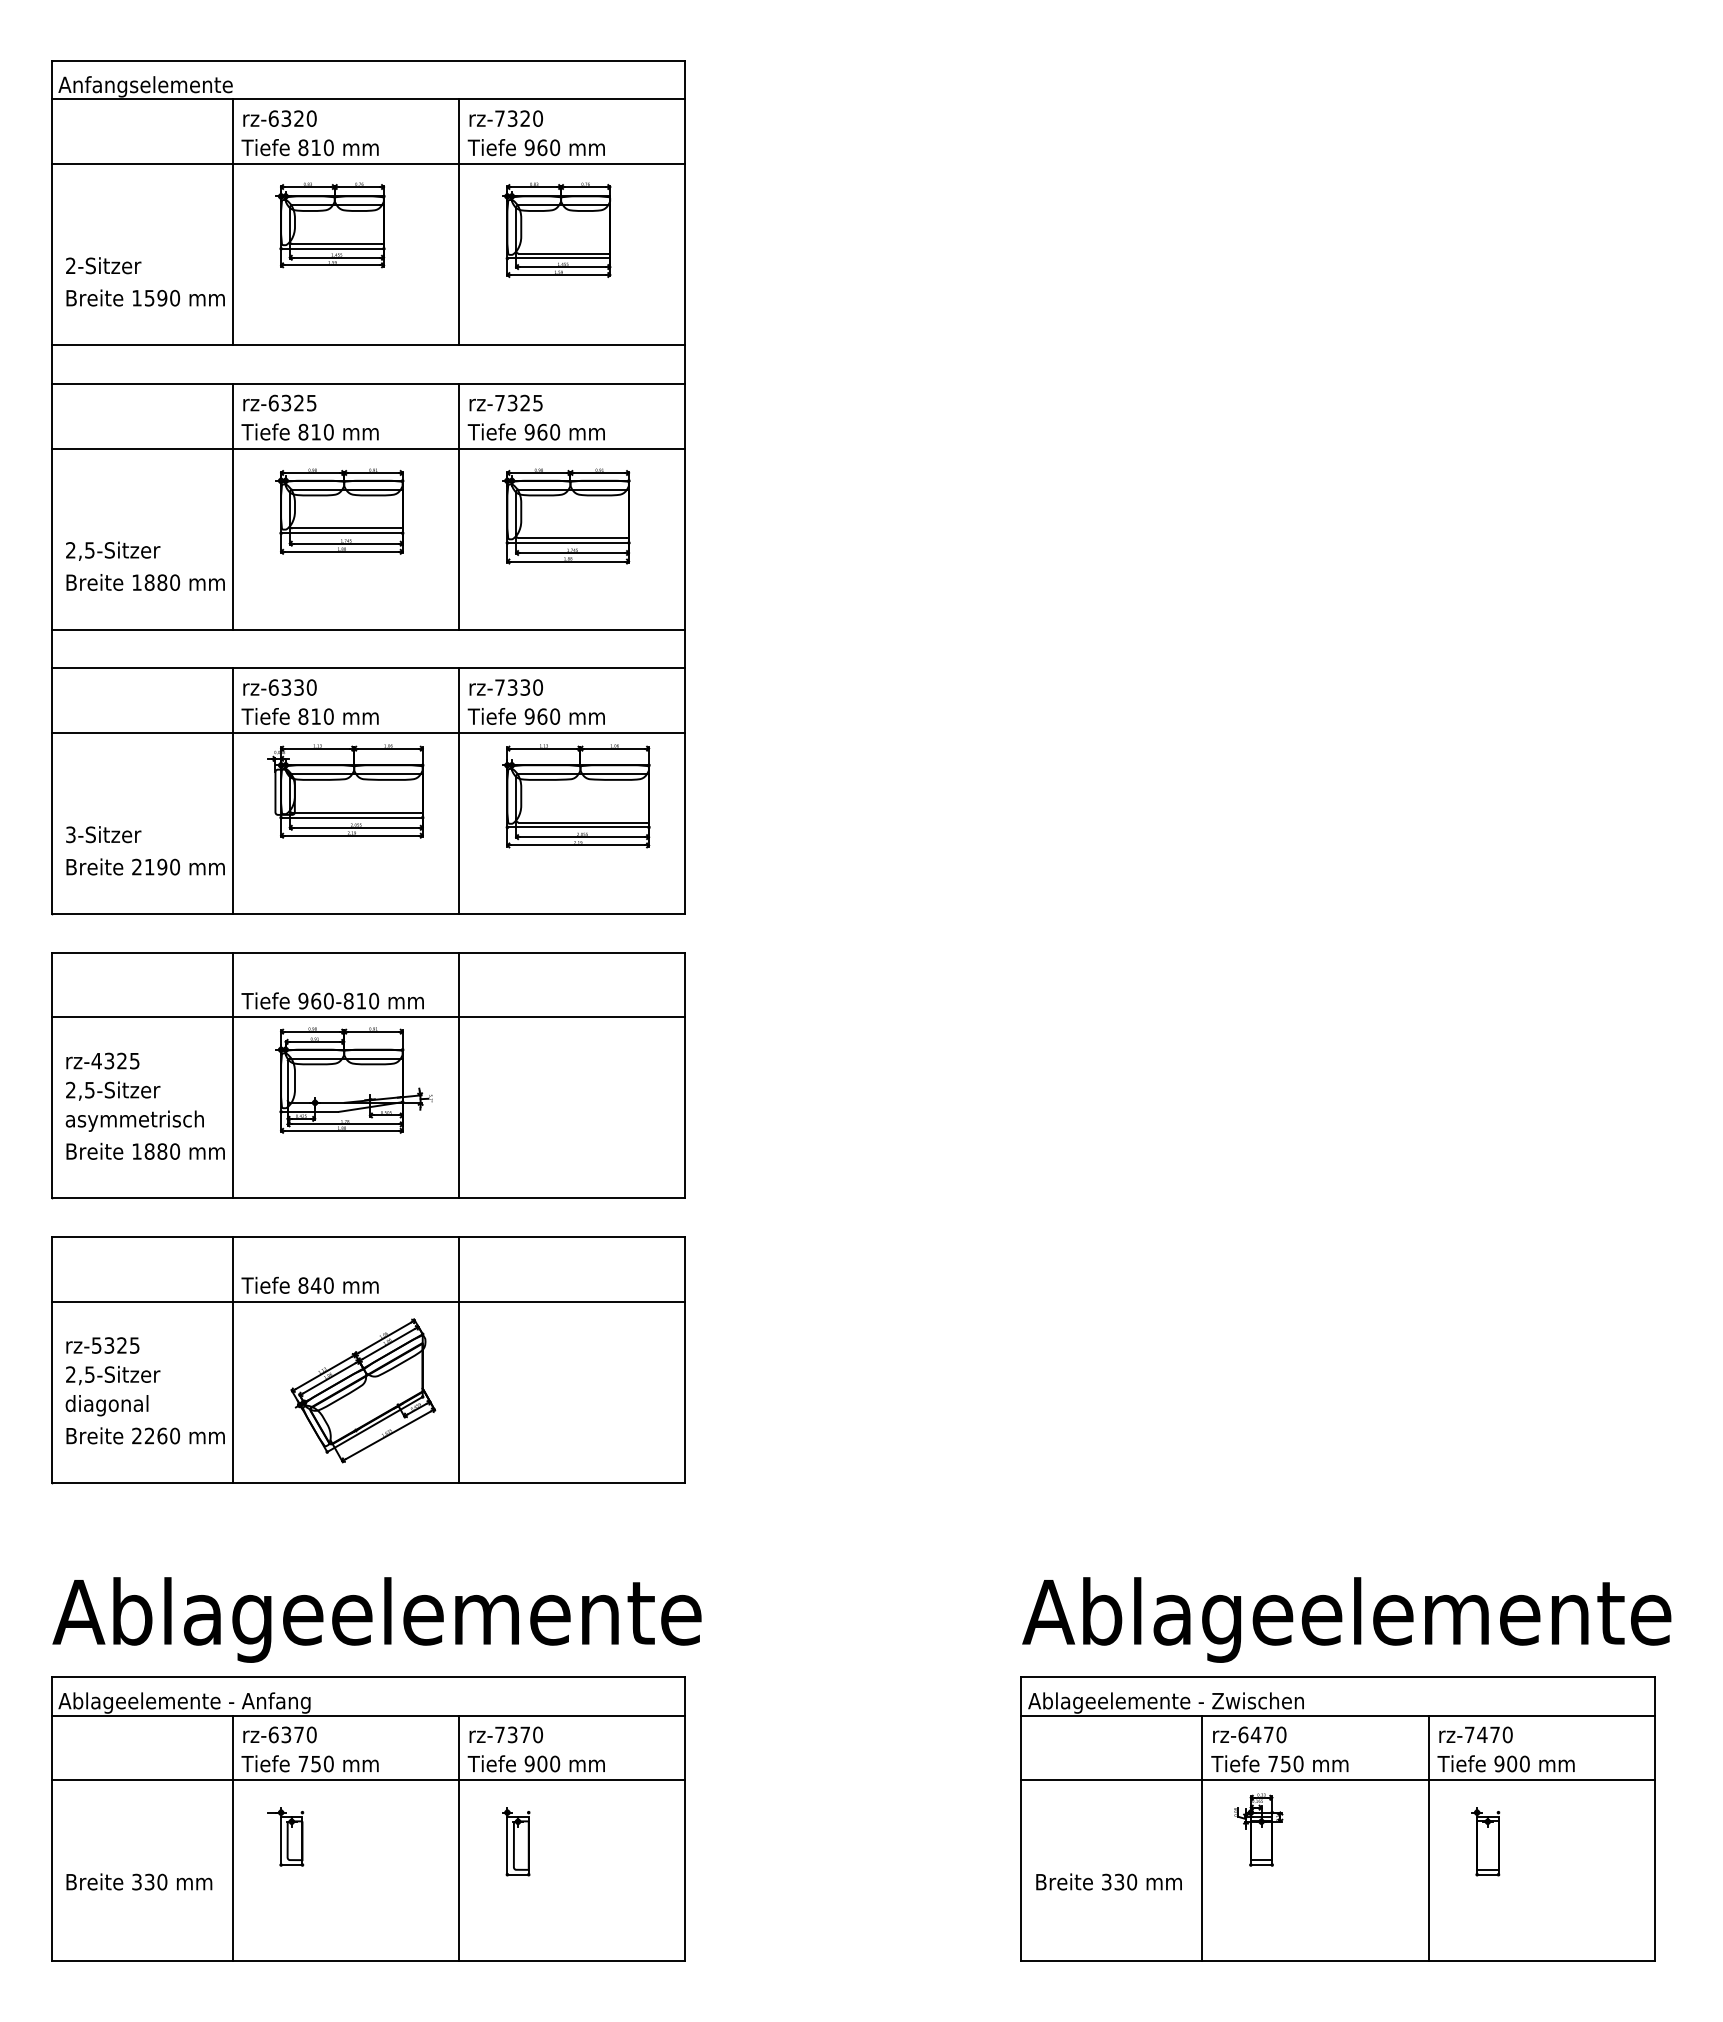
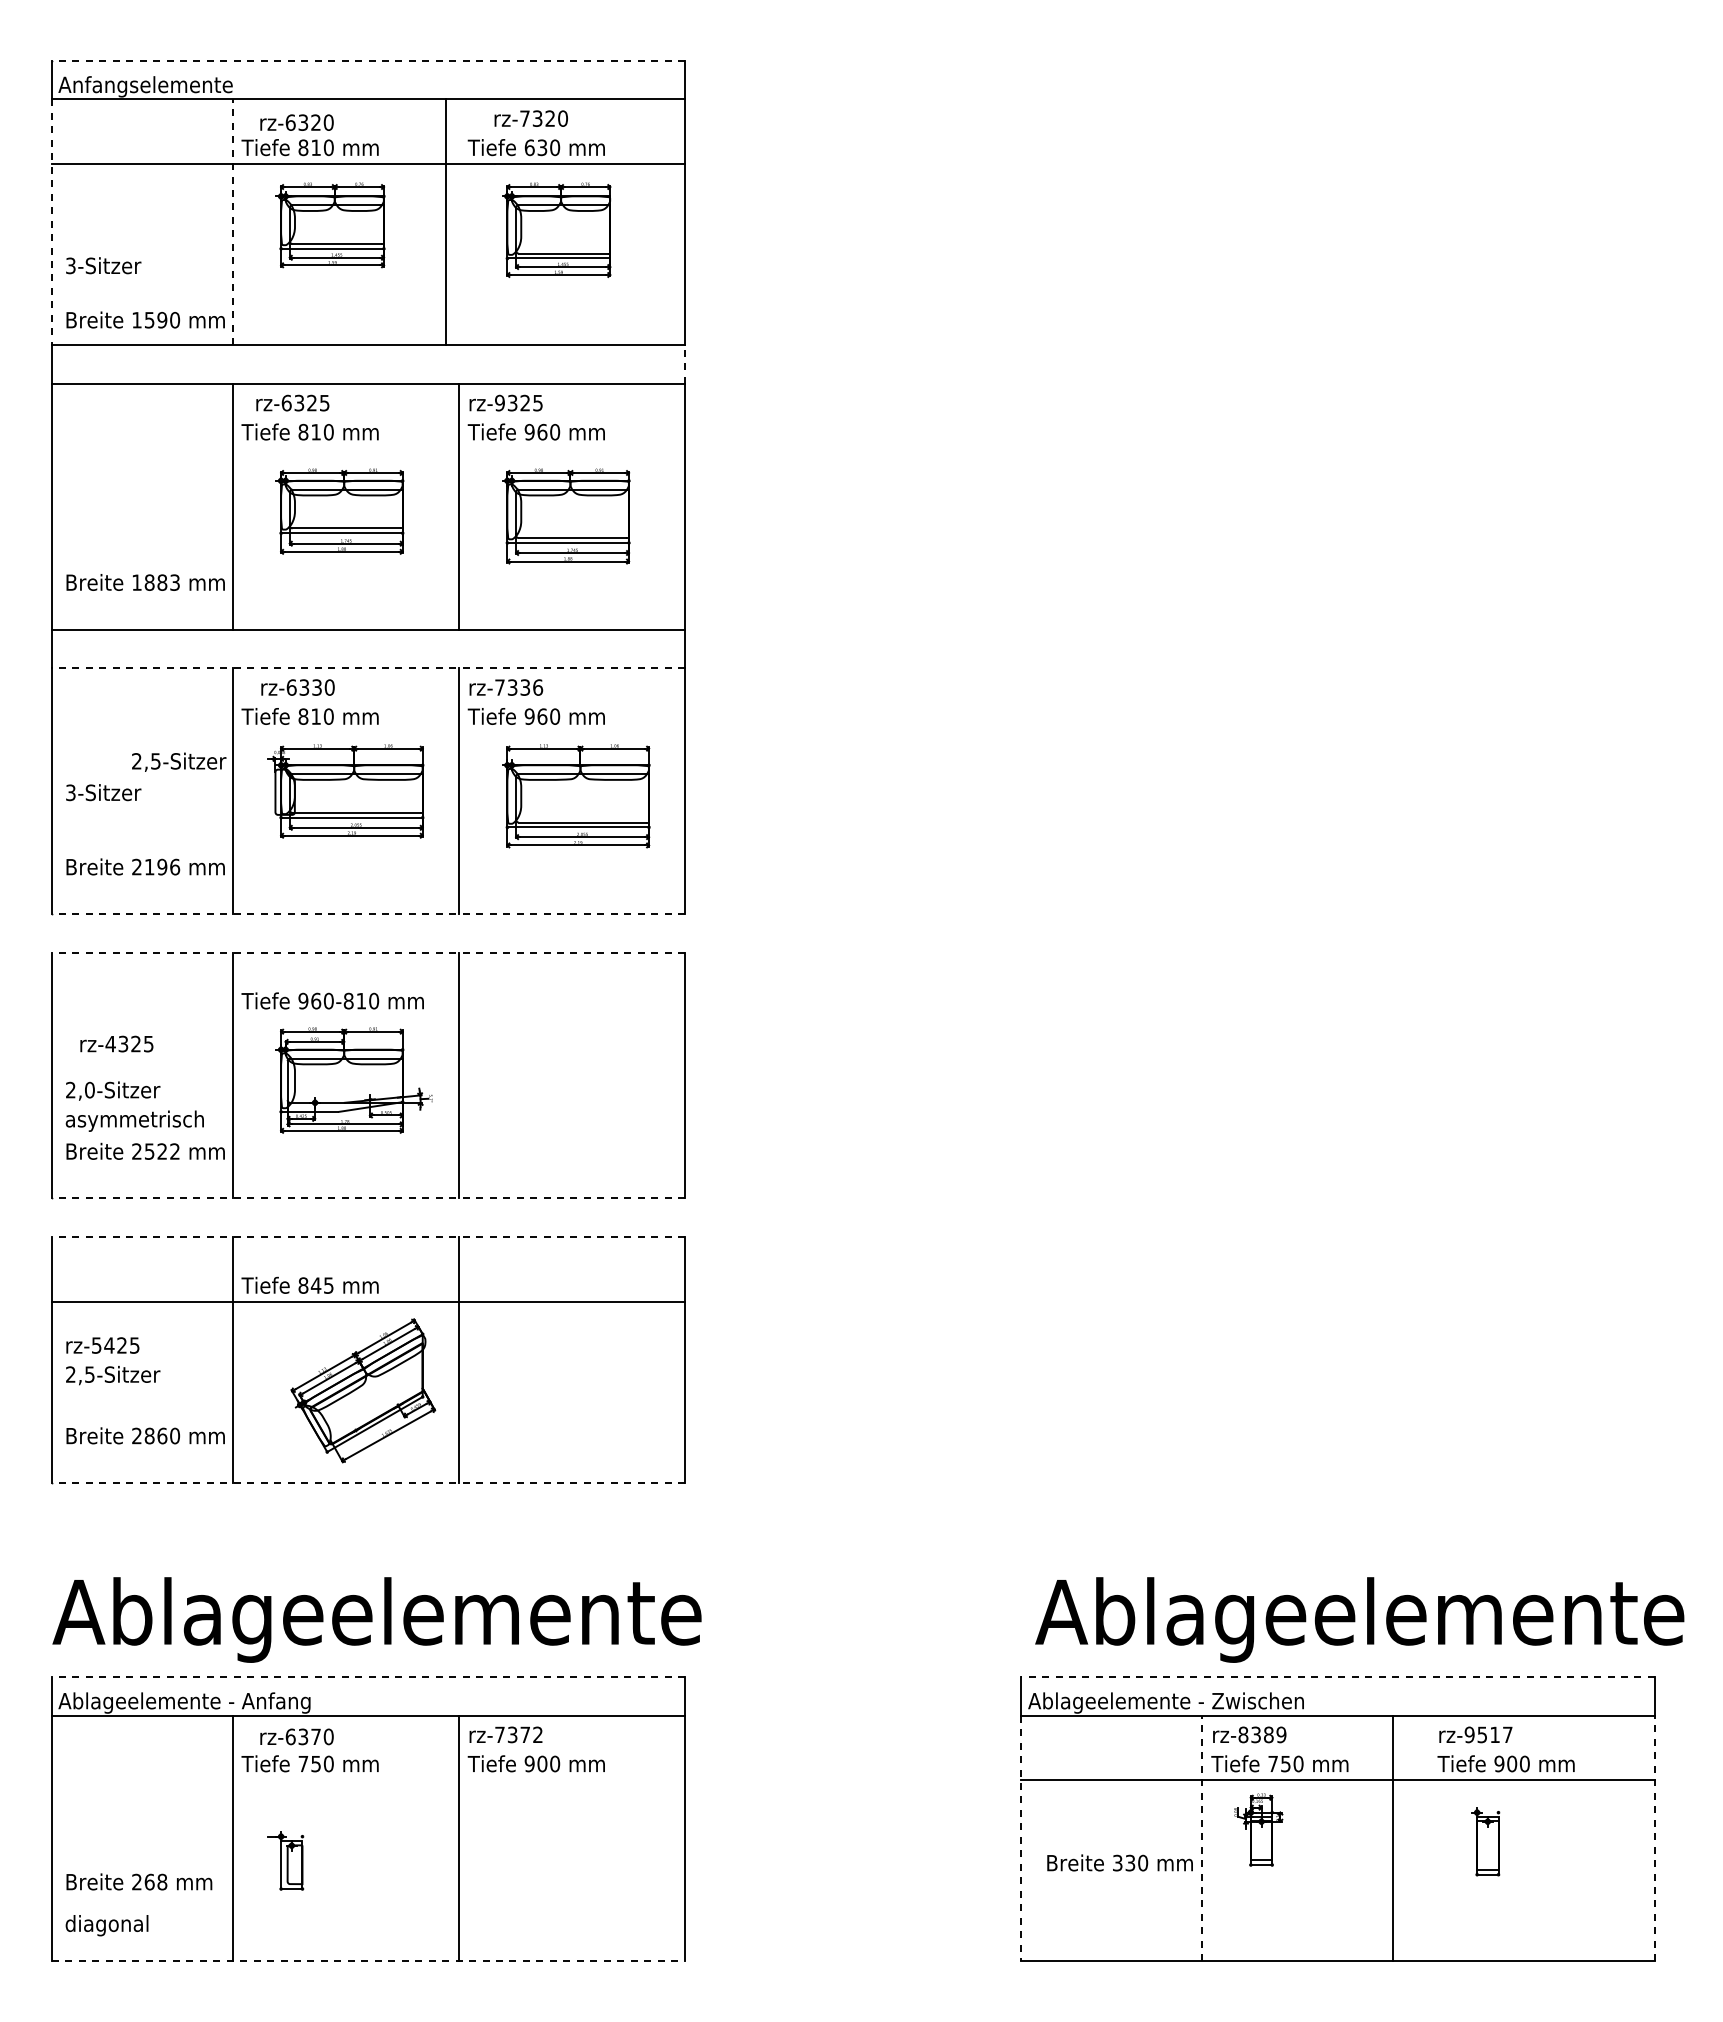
line at (368, 60): solid -> dashed
text at (279, 118) position: (279, 118) -> (296, 122)
text at (505, 118) position: (505, 118) -> (530, 118)
text at (535, 147): 960 -> 630
line at (51, 222): solid -> dashed
line at (232, 222): solid -> dashed
line at (458, 222) position: (458, 222) -> (445, 222)
text at (70, 266): 2-Sitzer -> 3-Sitzer
text at (145, 297) position: (145, 297) -> (145, 319)
line at (685, 364): solid -> dashed
text at (279, 402) position: (279, 402) -> (292, 402)
text at (499, 402): rz-7325 -> rz-9325
line at (368, 448): present -> none
text at (113, 550) position: (113, 550) -> (179, 761)
text at (175, 582): 1880 -> 1883
line at (368, 668): solid -> dashed
text at (279, 687) position: (279, 687) -> (297, 687)
text at (538, 687): rz-7330 -> rz-7336
line at (368, 733): present -> none
text at (103, 834) position: (103, 834) -> (103, 792)
text at (175, 866): 2190 -> 2196
line at (368, 914): solid -> dashed
line at (368, 952): solid -> dashed
line at (368, 1017): present -> none
text at (102, 1060) position: (102, 1060) -> (116, 1043)
text at (89, 1089): 2,5-Sitzer -> 2,0-Sitzer
text at (156, 1151): 1880 -> 2522
line at (368, 1198): solid -> dashed
line at (368, 1237): solid -> dashed
text at (328, 1285): 840 -> 845
text at (109, 1345): rz-5325 -> rz-5425
text at (106, 1405) position: (106, 1405) -> (106, 1925)
text at (149, 1435): 2260 -> 2860
line at (368, 1482): solid -> dashed
text at (1346, 1619) position: (1346, 1619) -> (1359, 1619)
line at (368, 1676): solid -> dashed
line at (1338, 1676): solid -> dashed
text at (279, 1734) position: (279, 1734) -> (296, 1736)
text at (537, 1734): rz-7370 -> rz-7372
text at (1262, 1734): rz-6470 -> rz-8389
text at (1488, 1734): rz-7470 -> rz-9517
line at (368, 1780): present -> none
part at (285, 1836) position: (285, 1836) -> (285, 1860)
line at (1021, 1838): solid -> dashed
line at (1202, 1838): solid -> dashed
line at (1428, 1838) position: (1428, 1838) -> (1392, 1838)
line at (1654, 1838): solid -> dashed
part at (516, 1841): present -> none
text at (149, 1881): 330 -> 268
text at (1108, 1881) position: (1108, 1881) -> (1119, 1862)
line at (368, 1961): solid -> dashed
